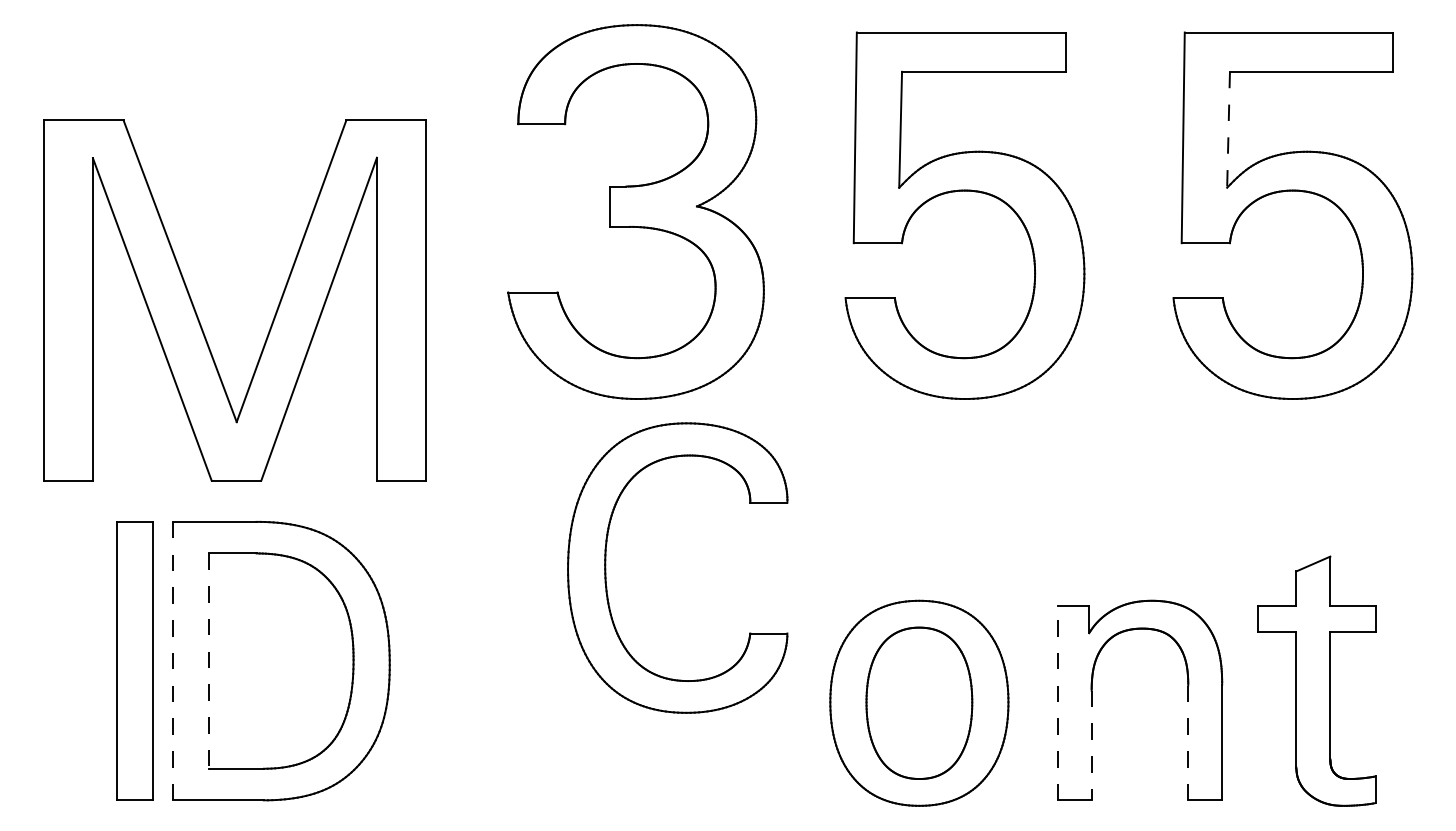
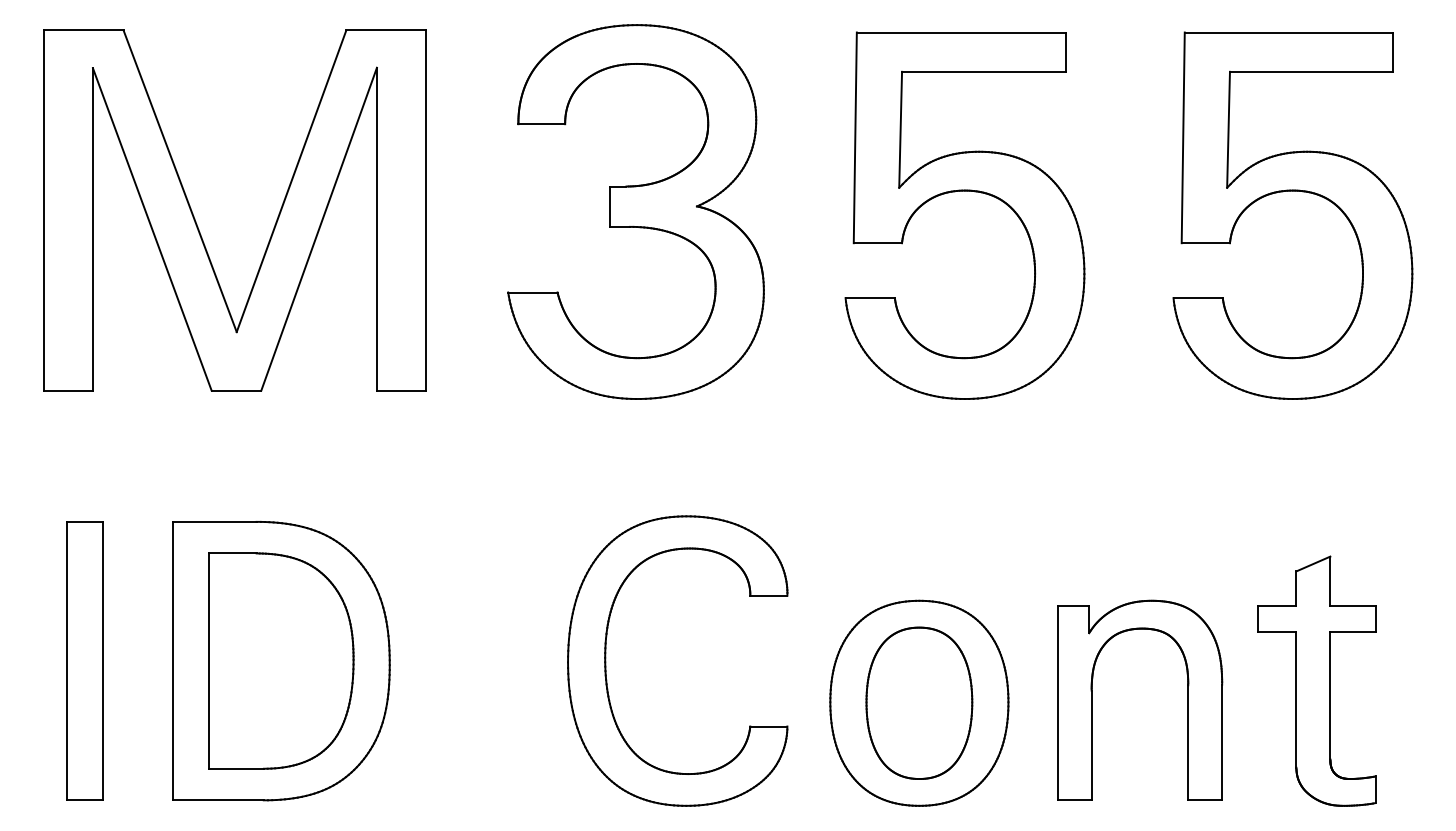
line at (1228, 129): dashed -> solid
part at (198, 316) position: (198, 316) -> (198, 226)
part at (606, 567) position: (606, 567) -> (606, 660)
part at (134, 660) position: (134, 660) -> (84, 660)
line at (172, 660): dashed -> solid
line at (209, 661): dashed -> solid
line at (1057, 703): dashed -> solid
line at (1188, 742): dashed -> solid
line at (1091, 745): dashed -> solid
